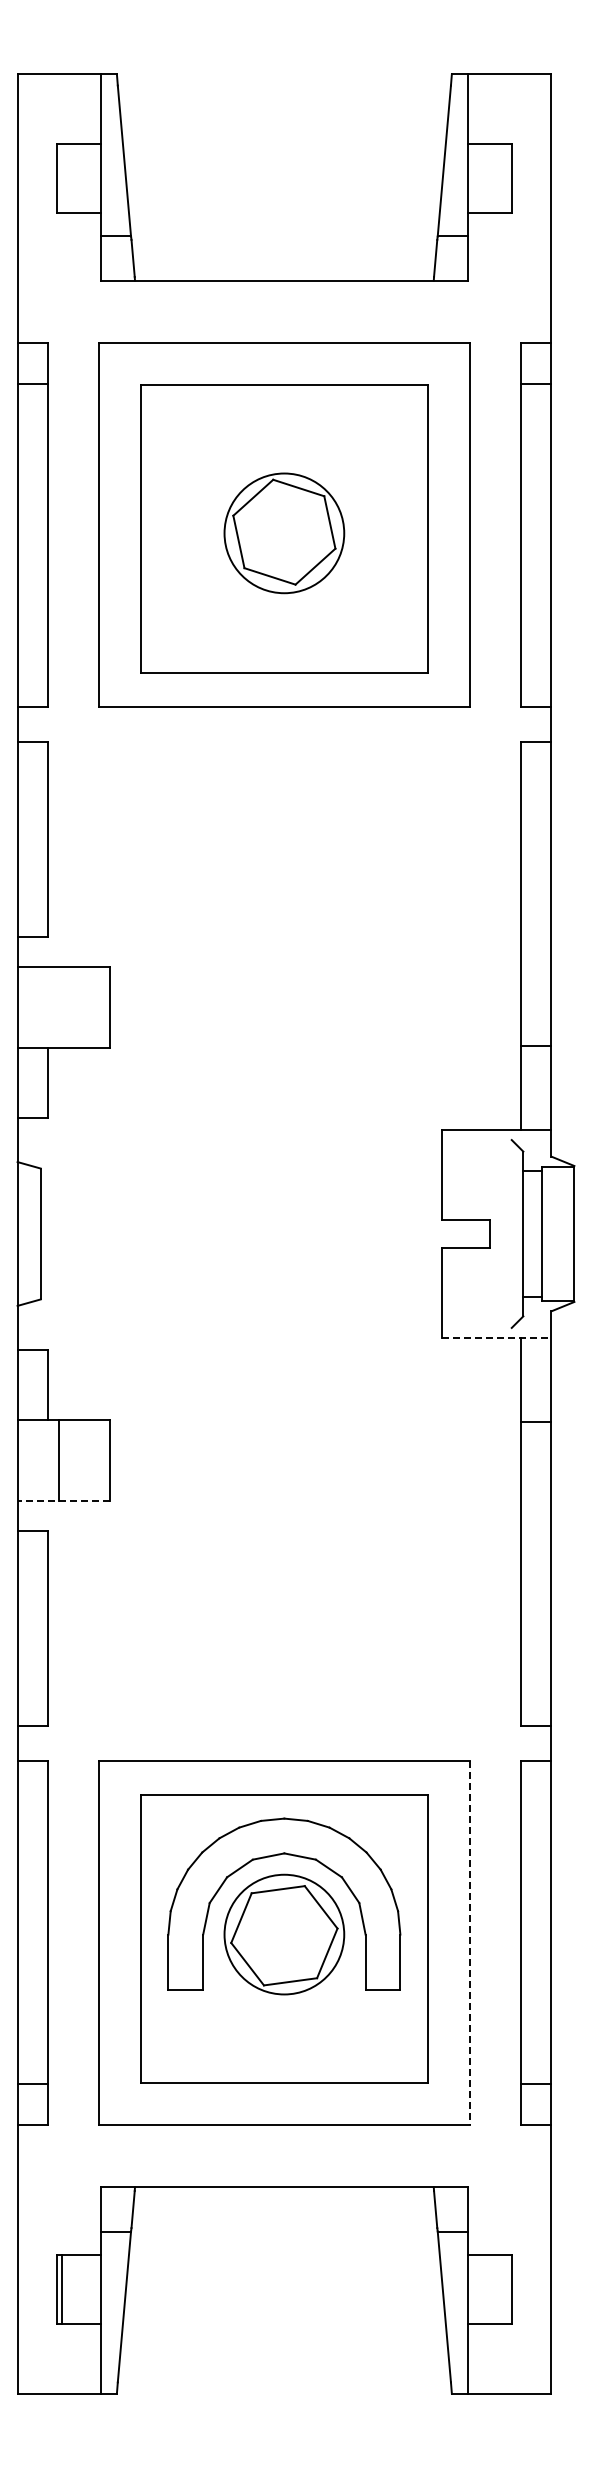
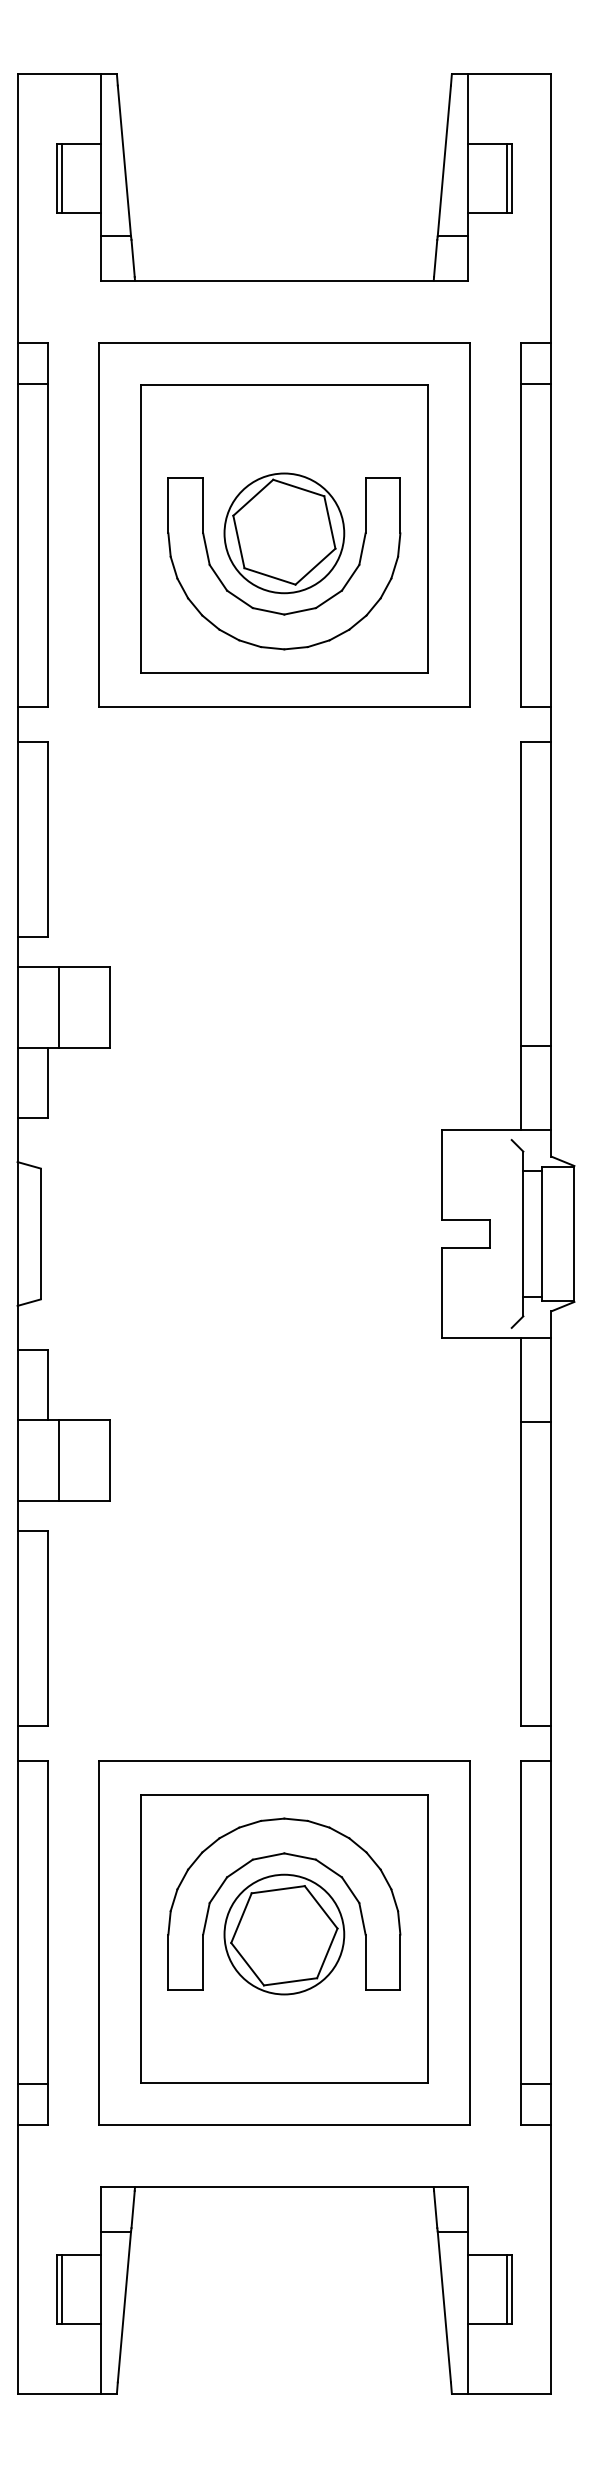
line at (61, 178): none -> present
line at (507, 178): none -> present
part at (275, 611): none -> present
line at (59, 1007): none -> present
line at (496, 1338): dashed -> solid
line at (63, 1500): dashed -> solid
line at (469, 1943): dashed -> solid
line at (507, 2289): none -> present
